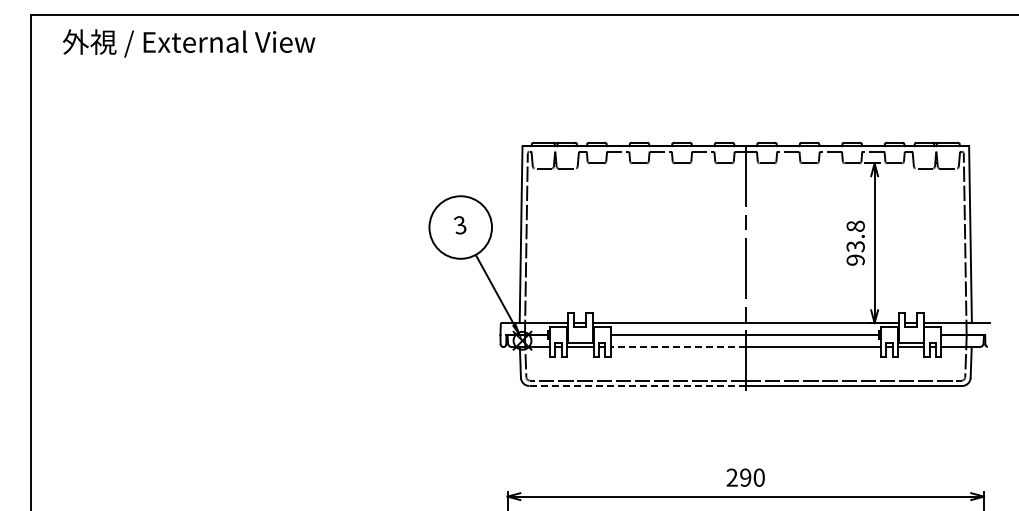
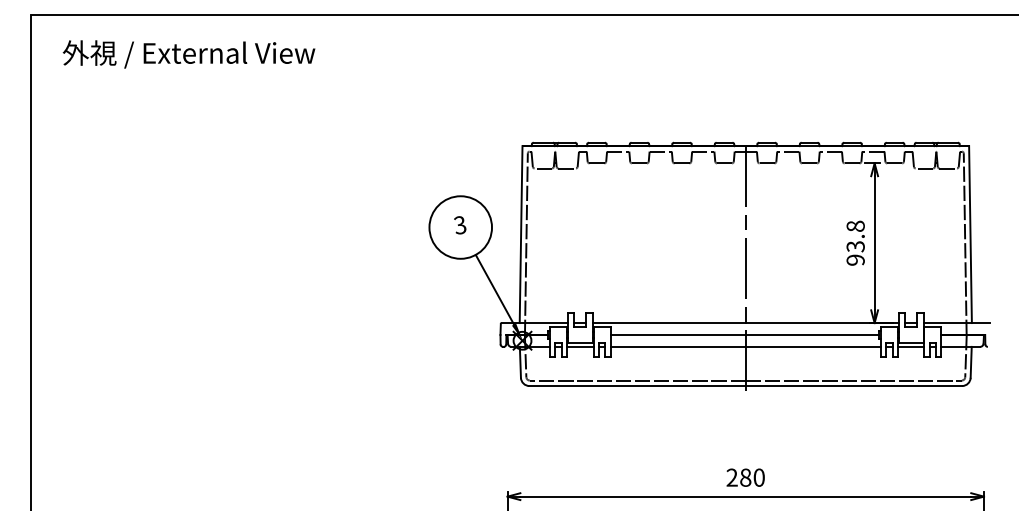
text at (188, 43) position: (188, 43) -> (188, 54)
line at (678, 346): dashed -> solid
line at (636, 386): dashed -> solid
text at (745, 477): 290 -> 280
